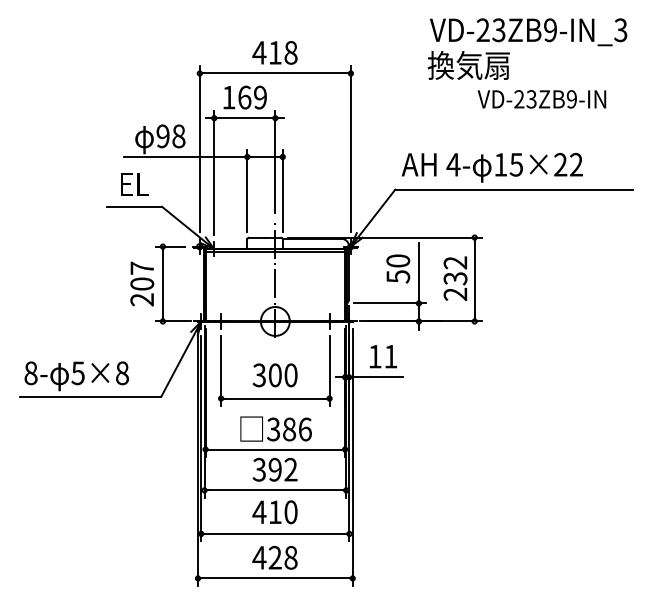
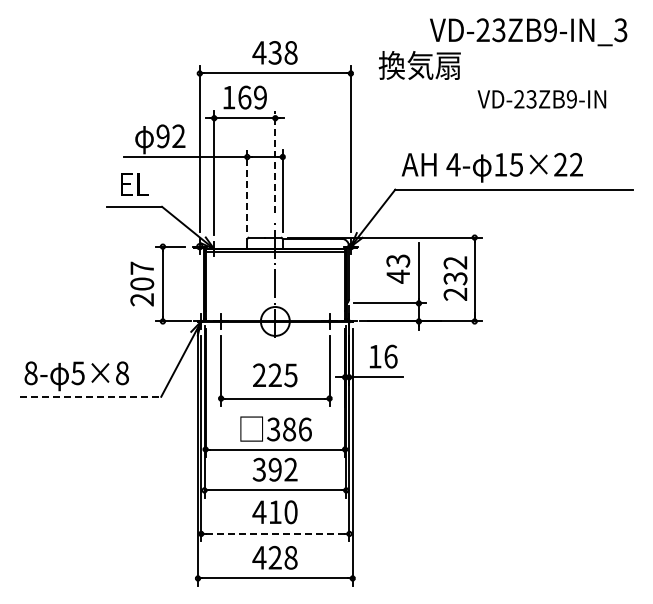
text at (274, 52): 418 -> 438
text at (468, 65) position: (468, 65) -> (419, 65)
text at (178, 136): 98 -> 92
line at (275, 161): solid -> dashed
line at (247, 190): solid -> dashed
text at (398, 268): 50 -> 43
text at (390, 356): 11 -> 16
text at (274, 375): 300 -> 225
line at (90, 396): solid -> dashed
line at (275, 533): solid -> dashed
